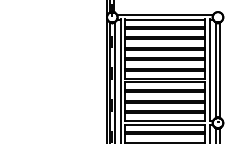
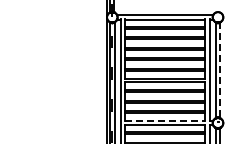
line at (220, 70): solid -> dashed
line at (165, 120): solid -> dashed
